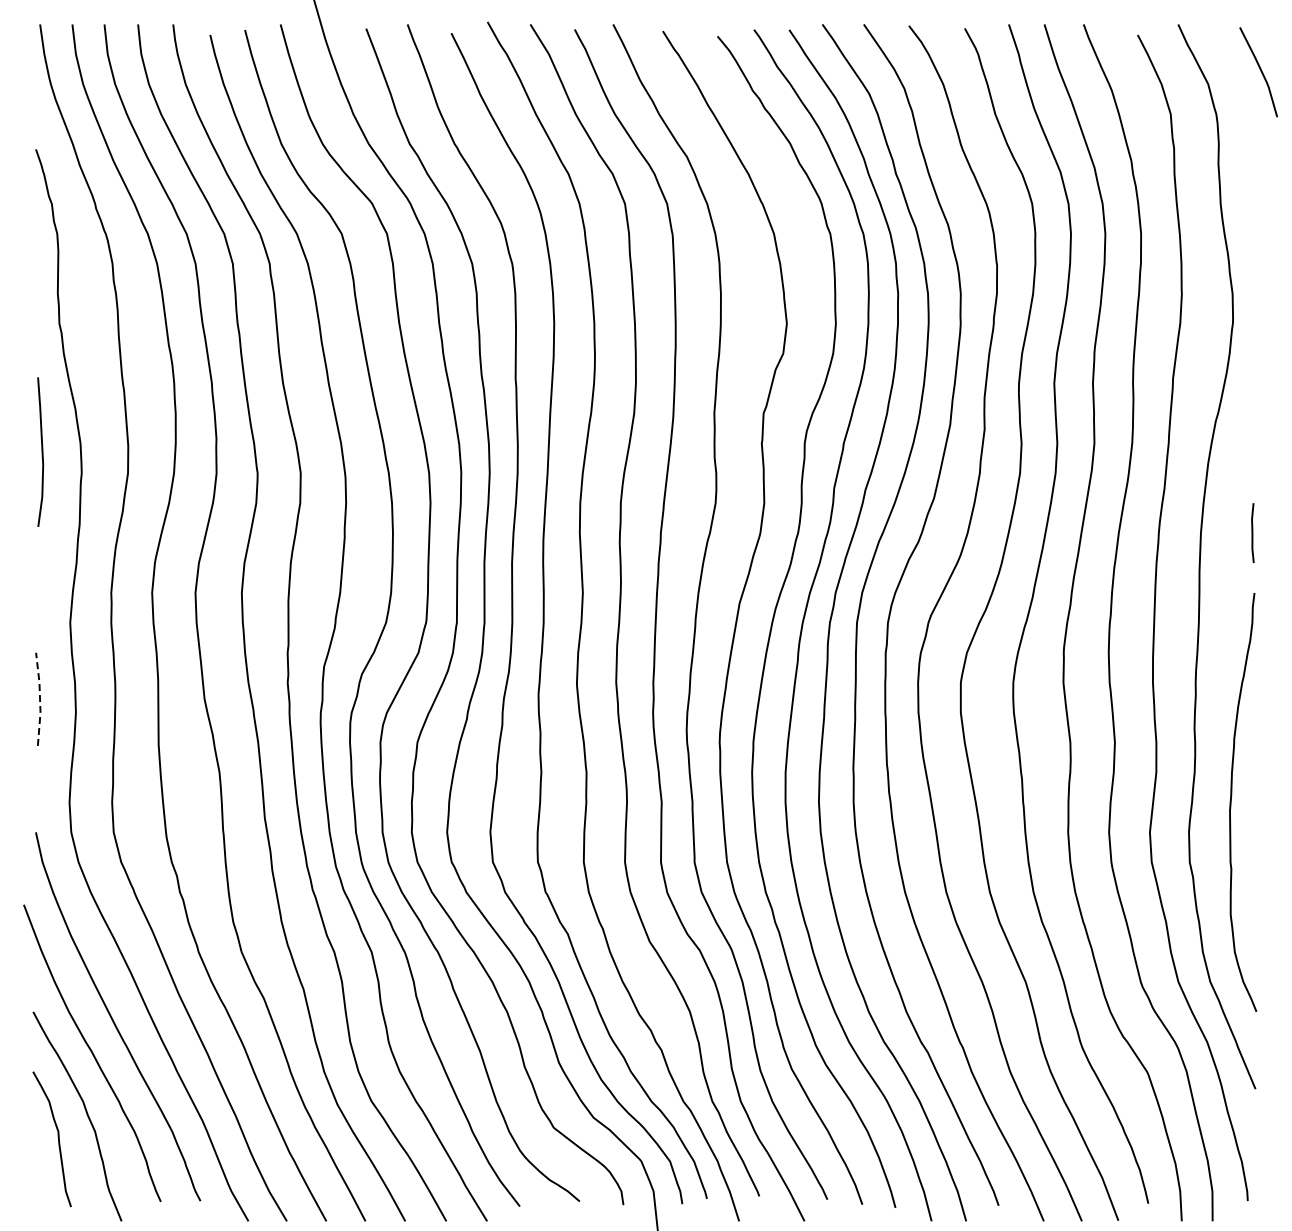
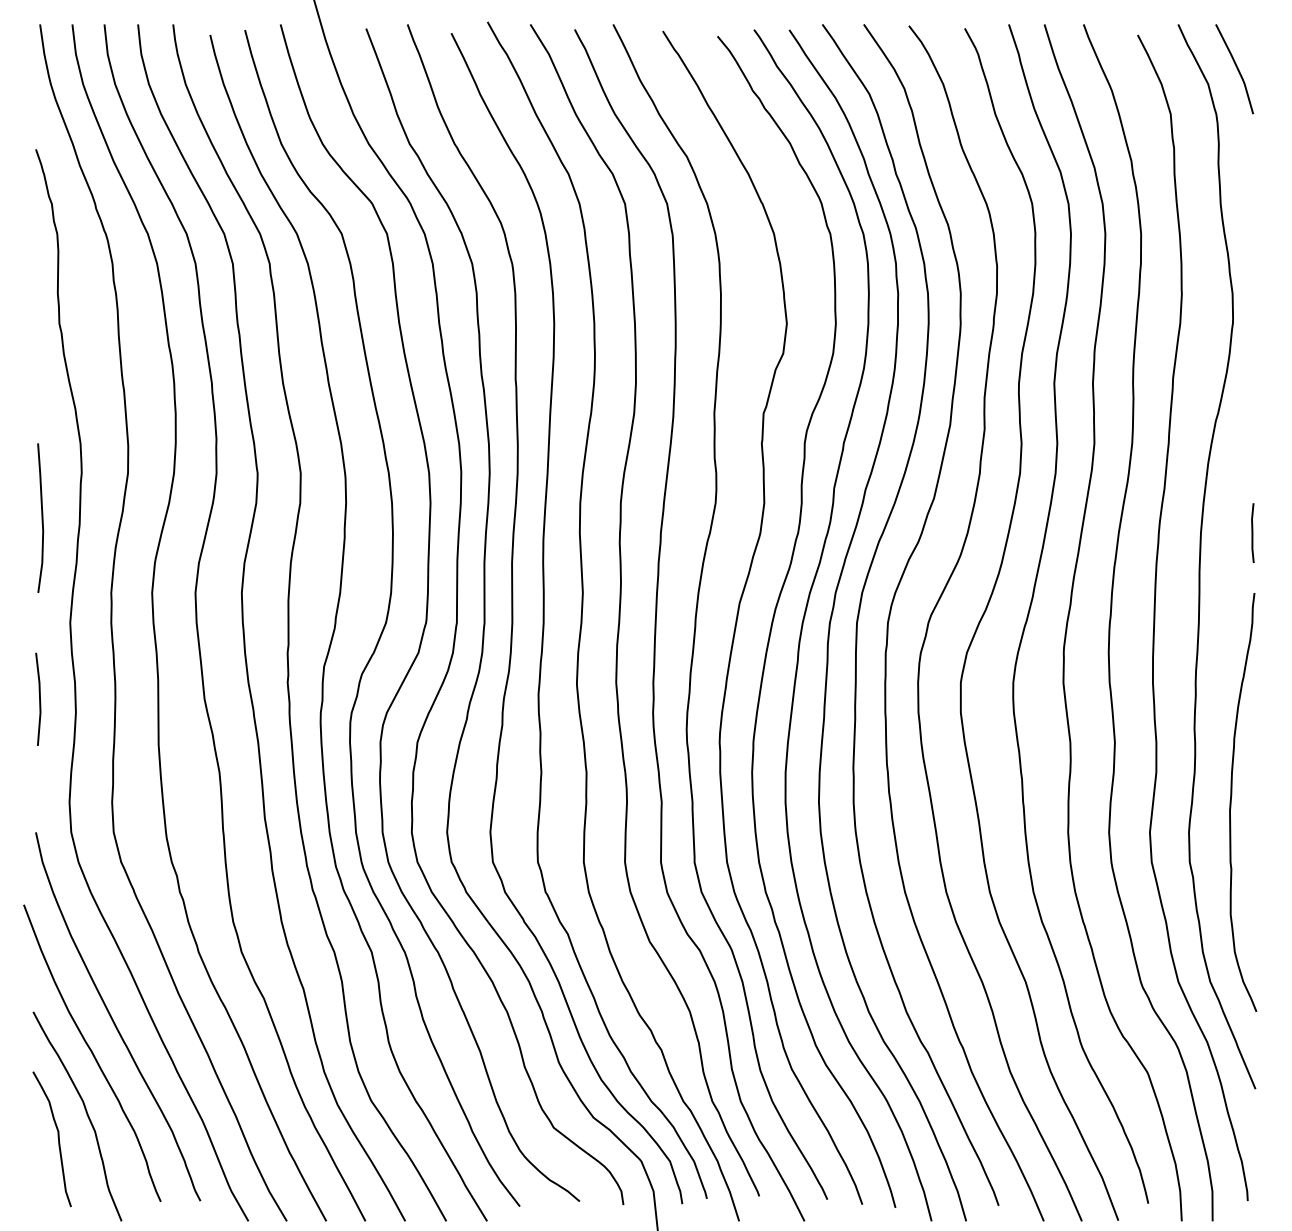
line at (1260, 71) position: (1260, 71) -> (1236, 68)
line at (41, 451) position: (41, 451) -> (41, 517)
line at (40, 698): dashed -> solid
